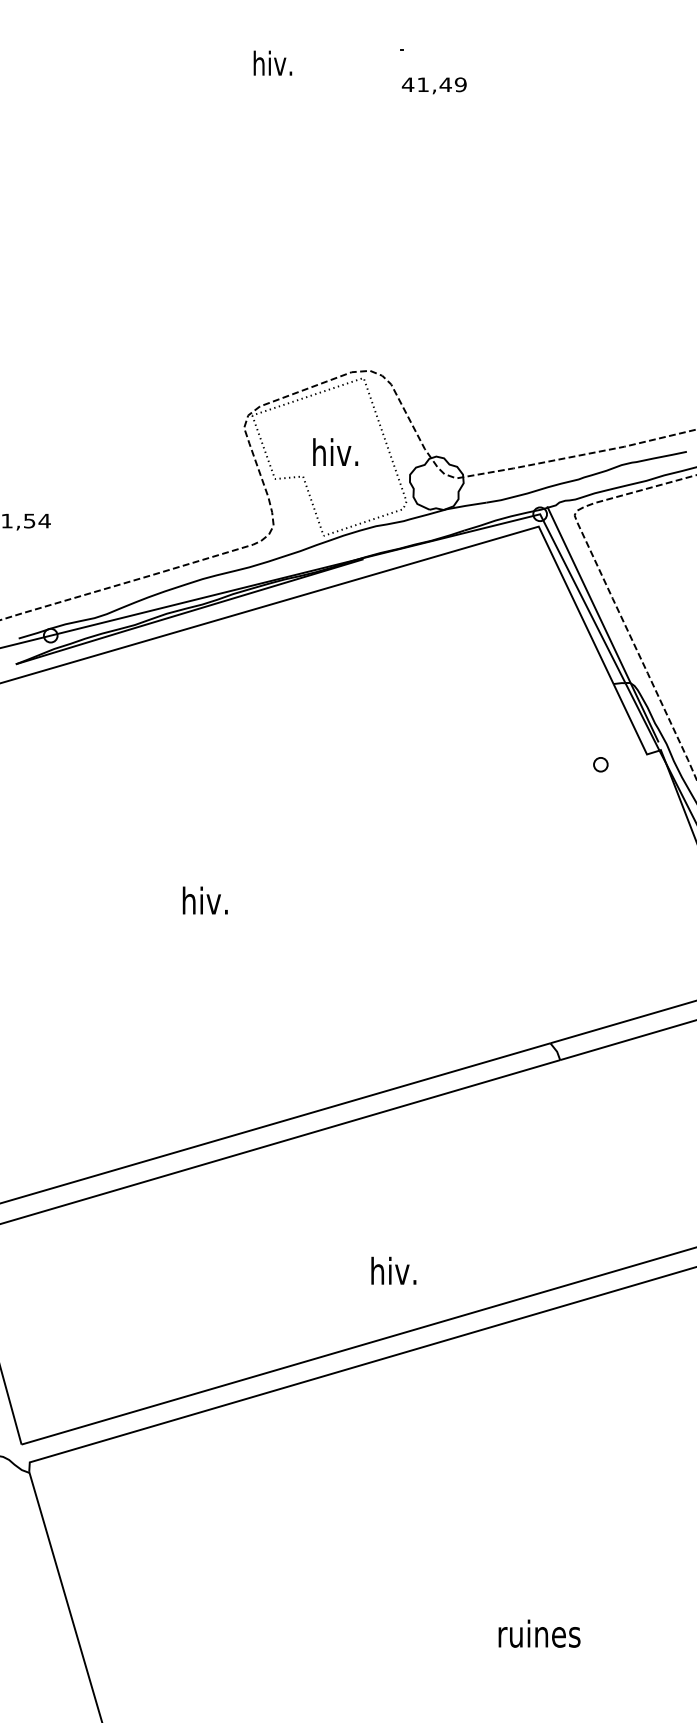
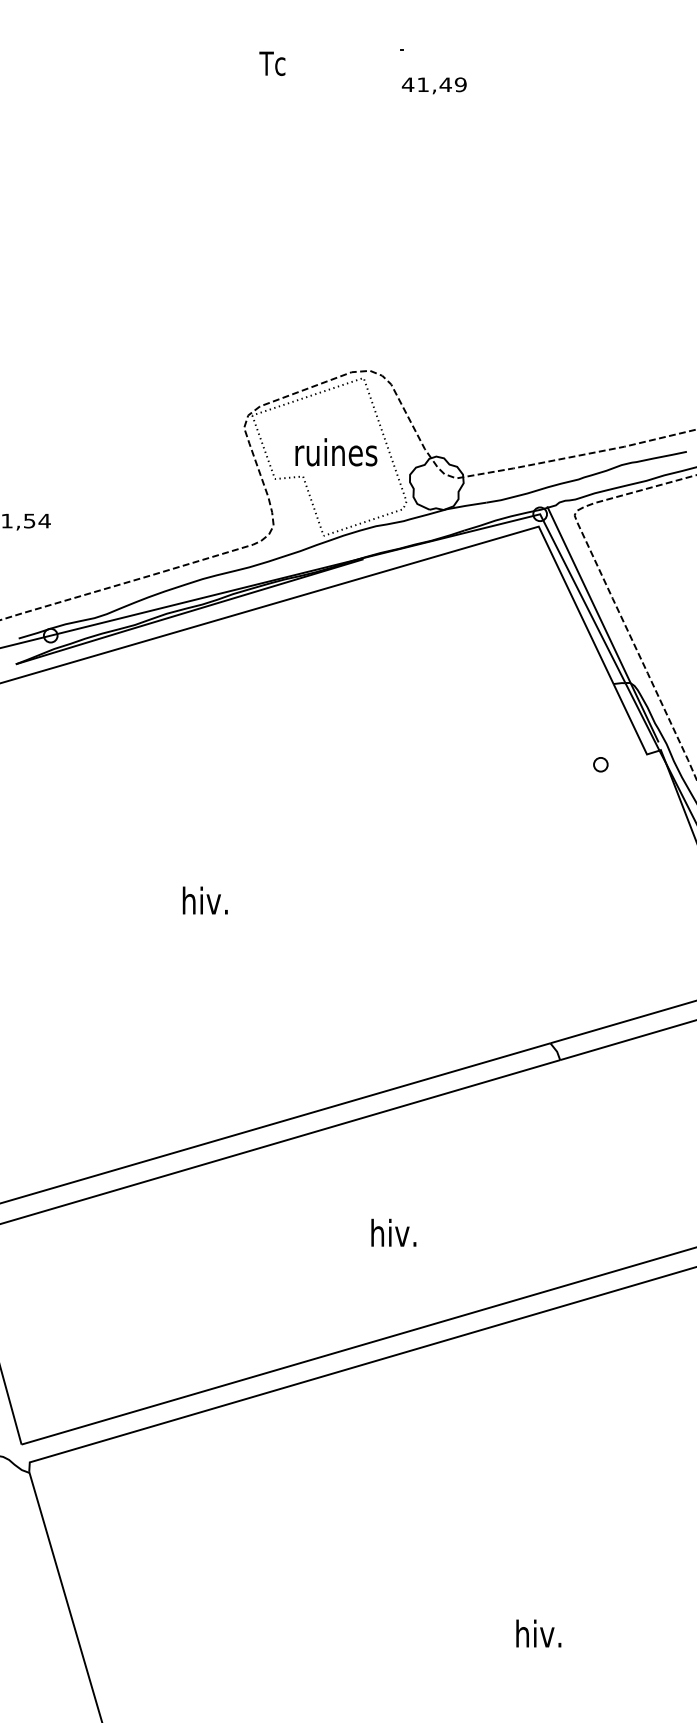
text at (272, 62): hiv. -> Tc
text at (336, 452): hiv. -> ruines
text at (393, 1270) position: (393, 1270) -> (393, 1232)
text at (539, 1633): ruines -> hiv.
